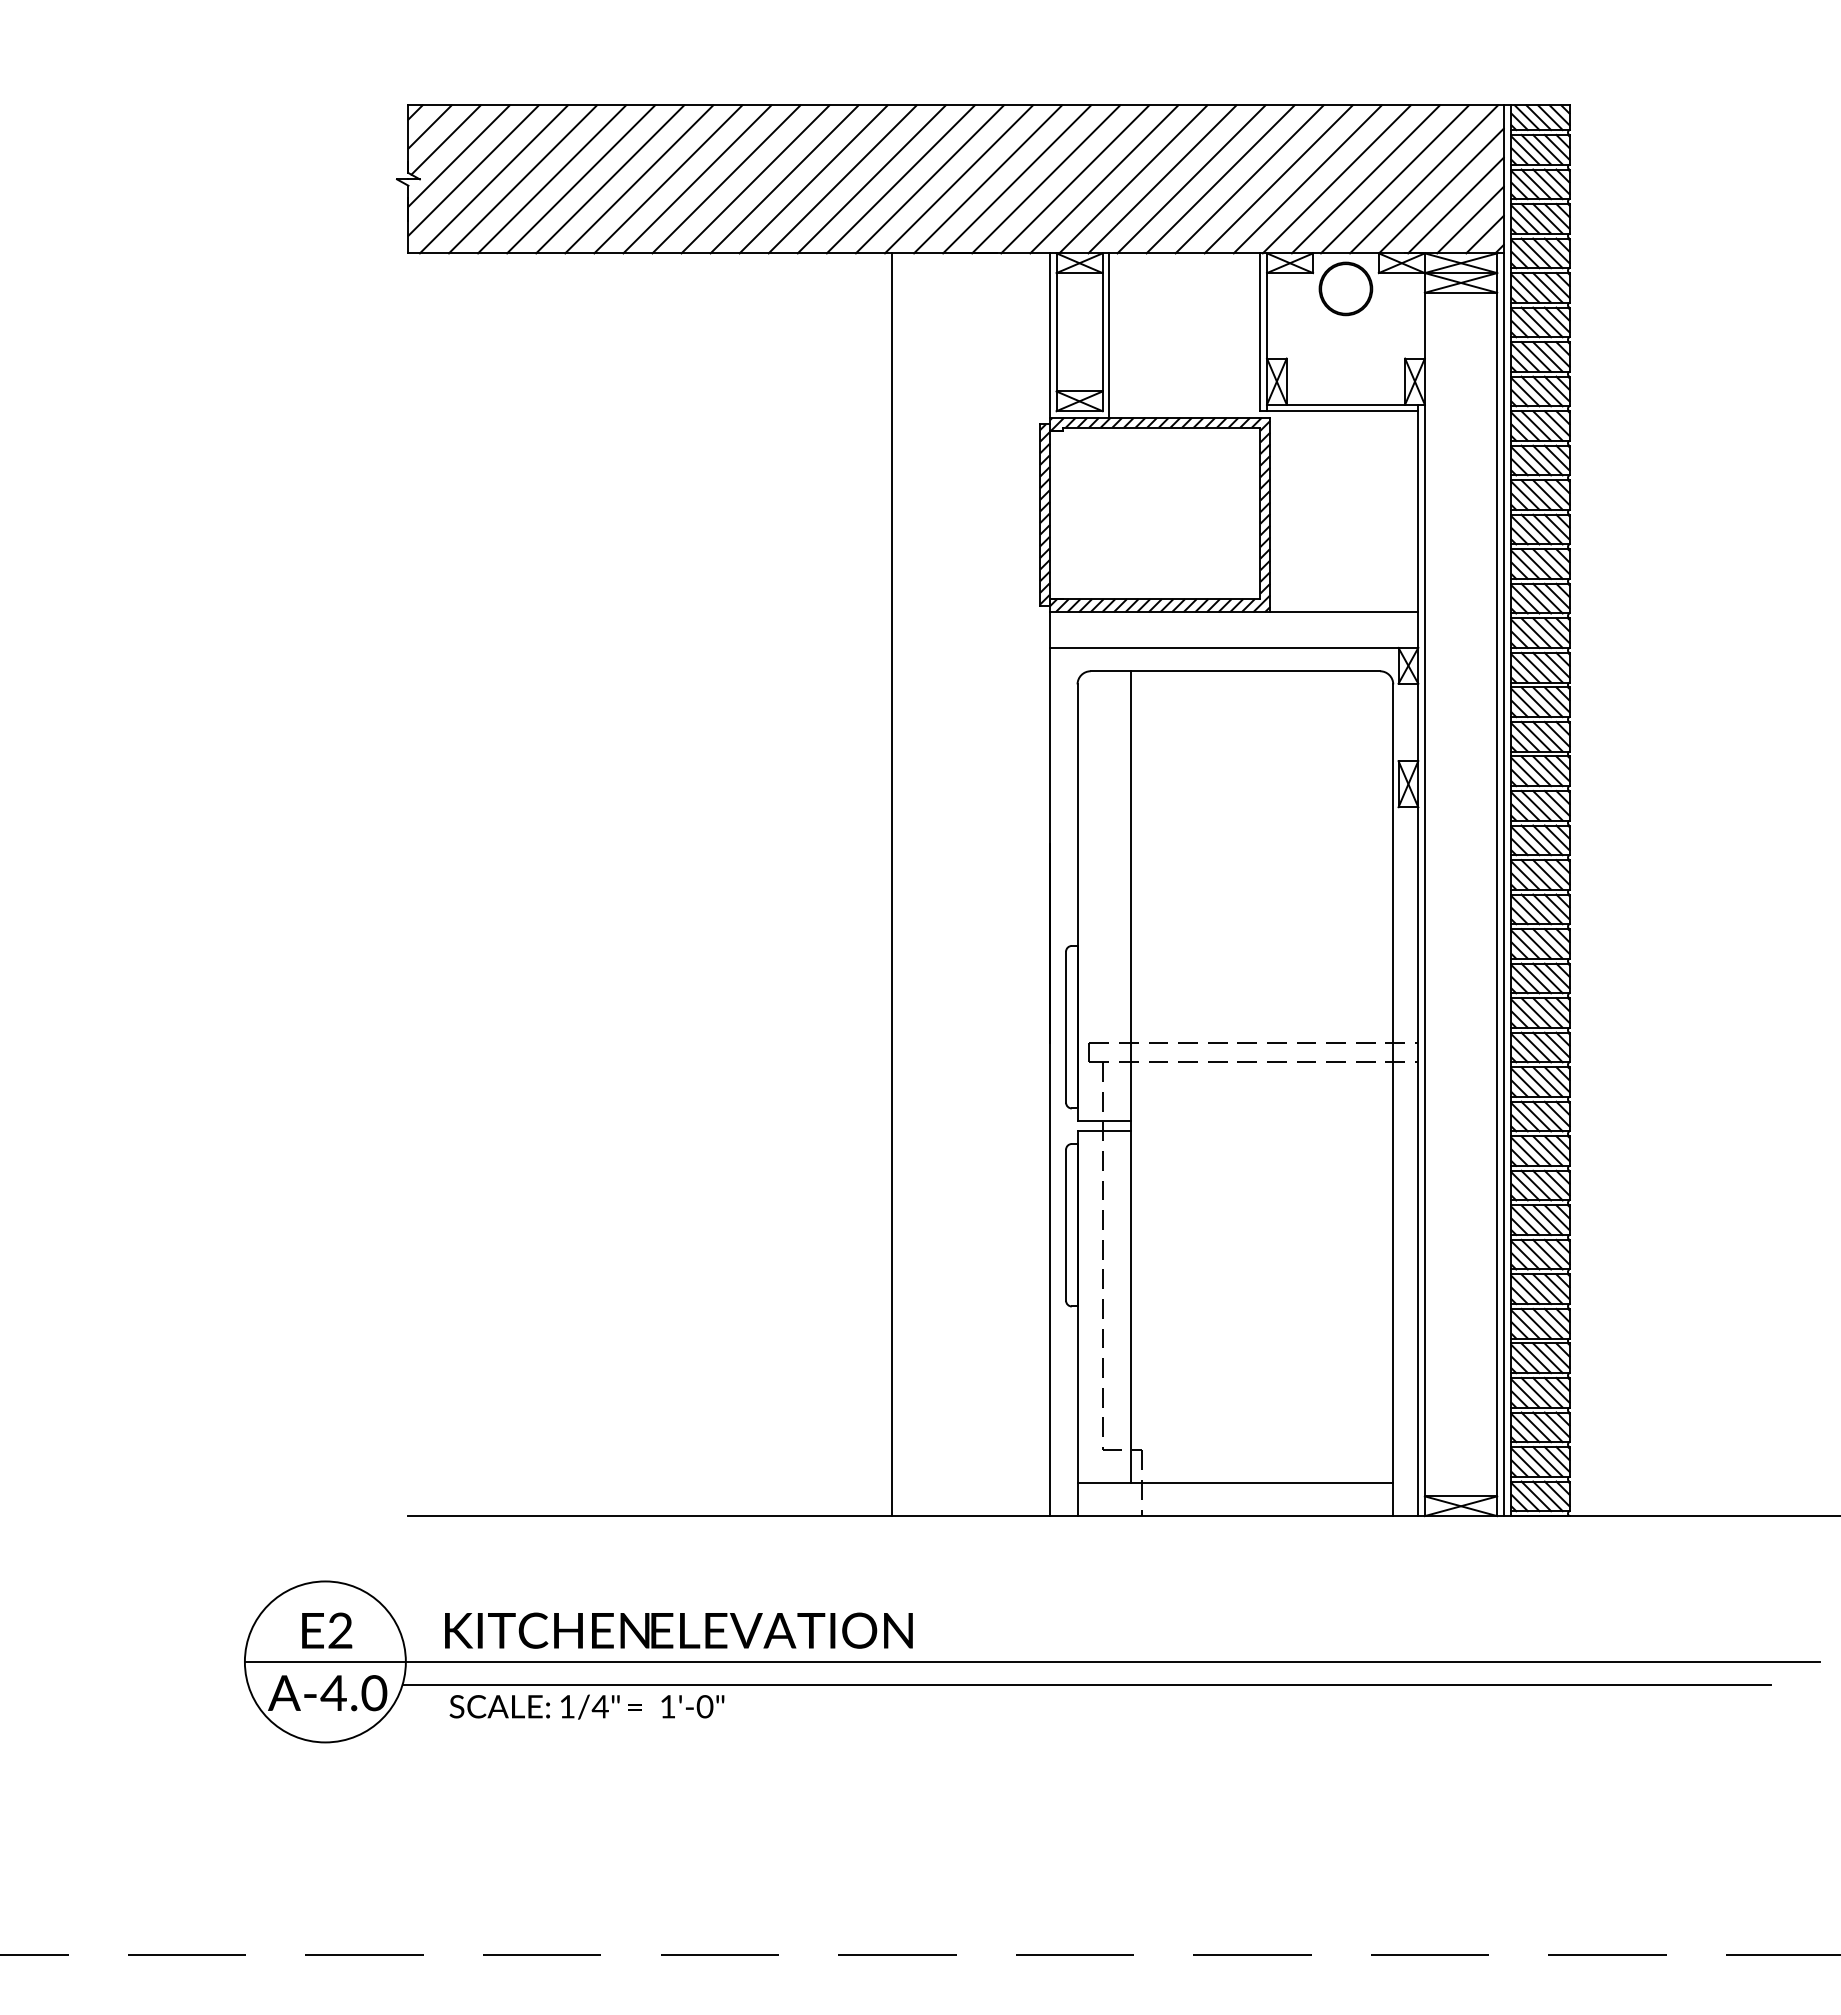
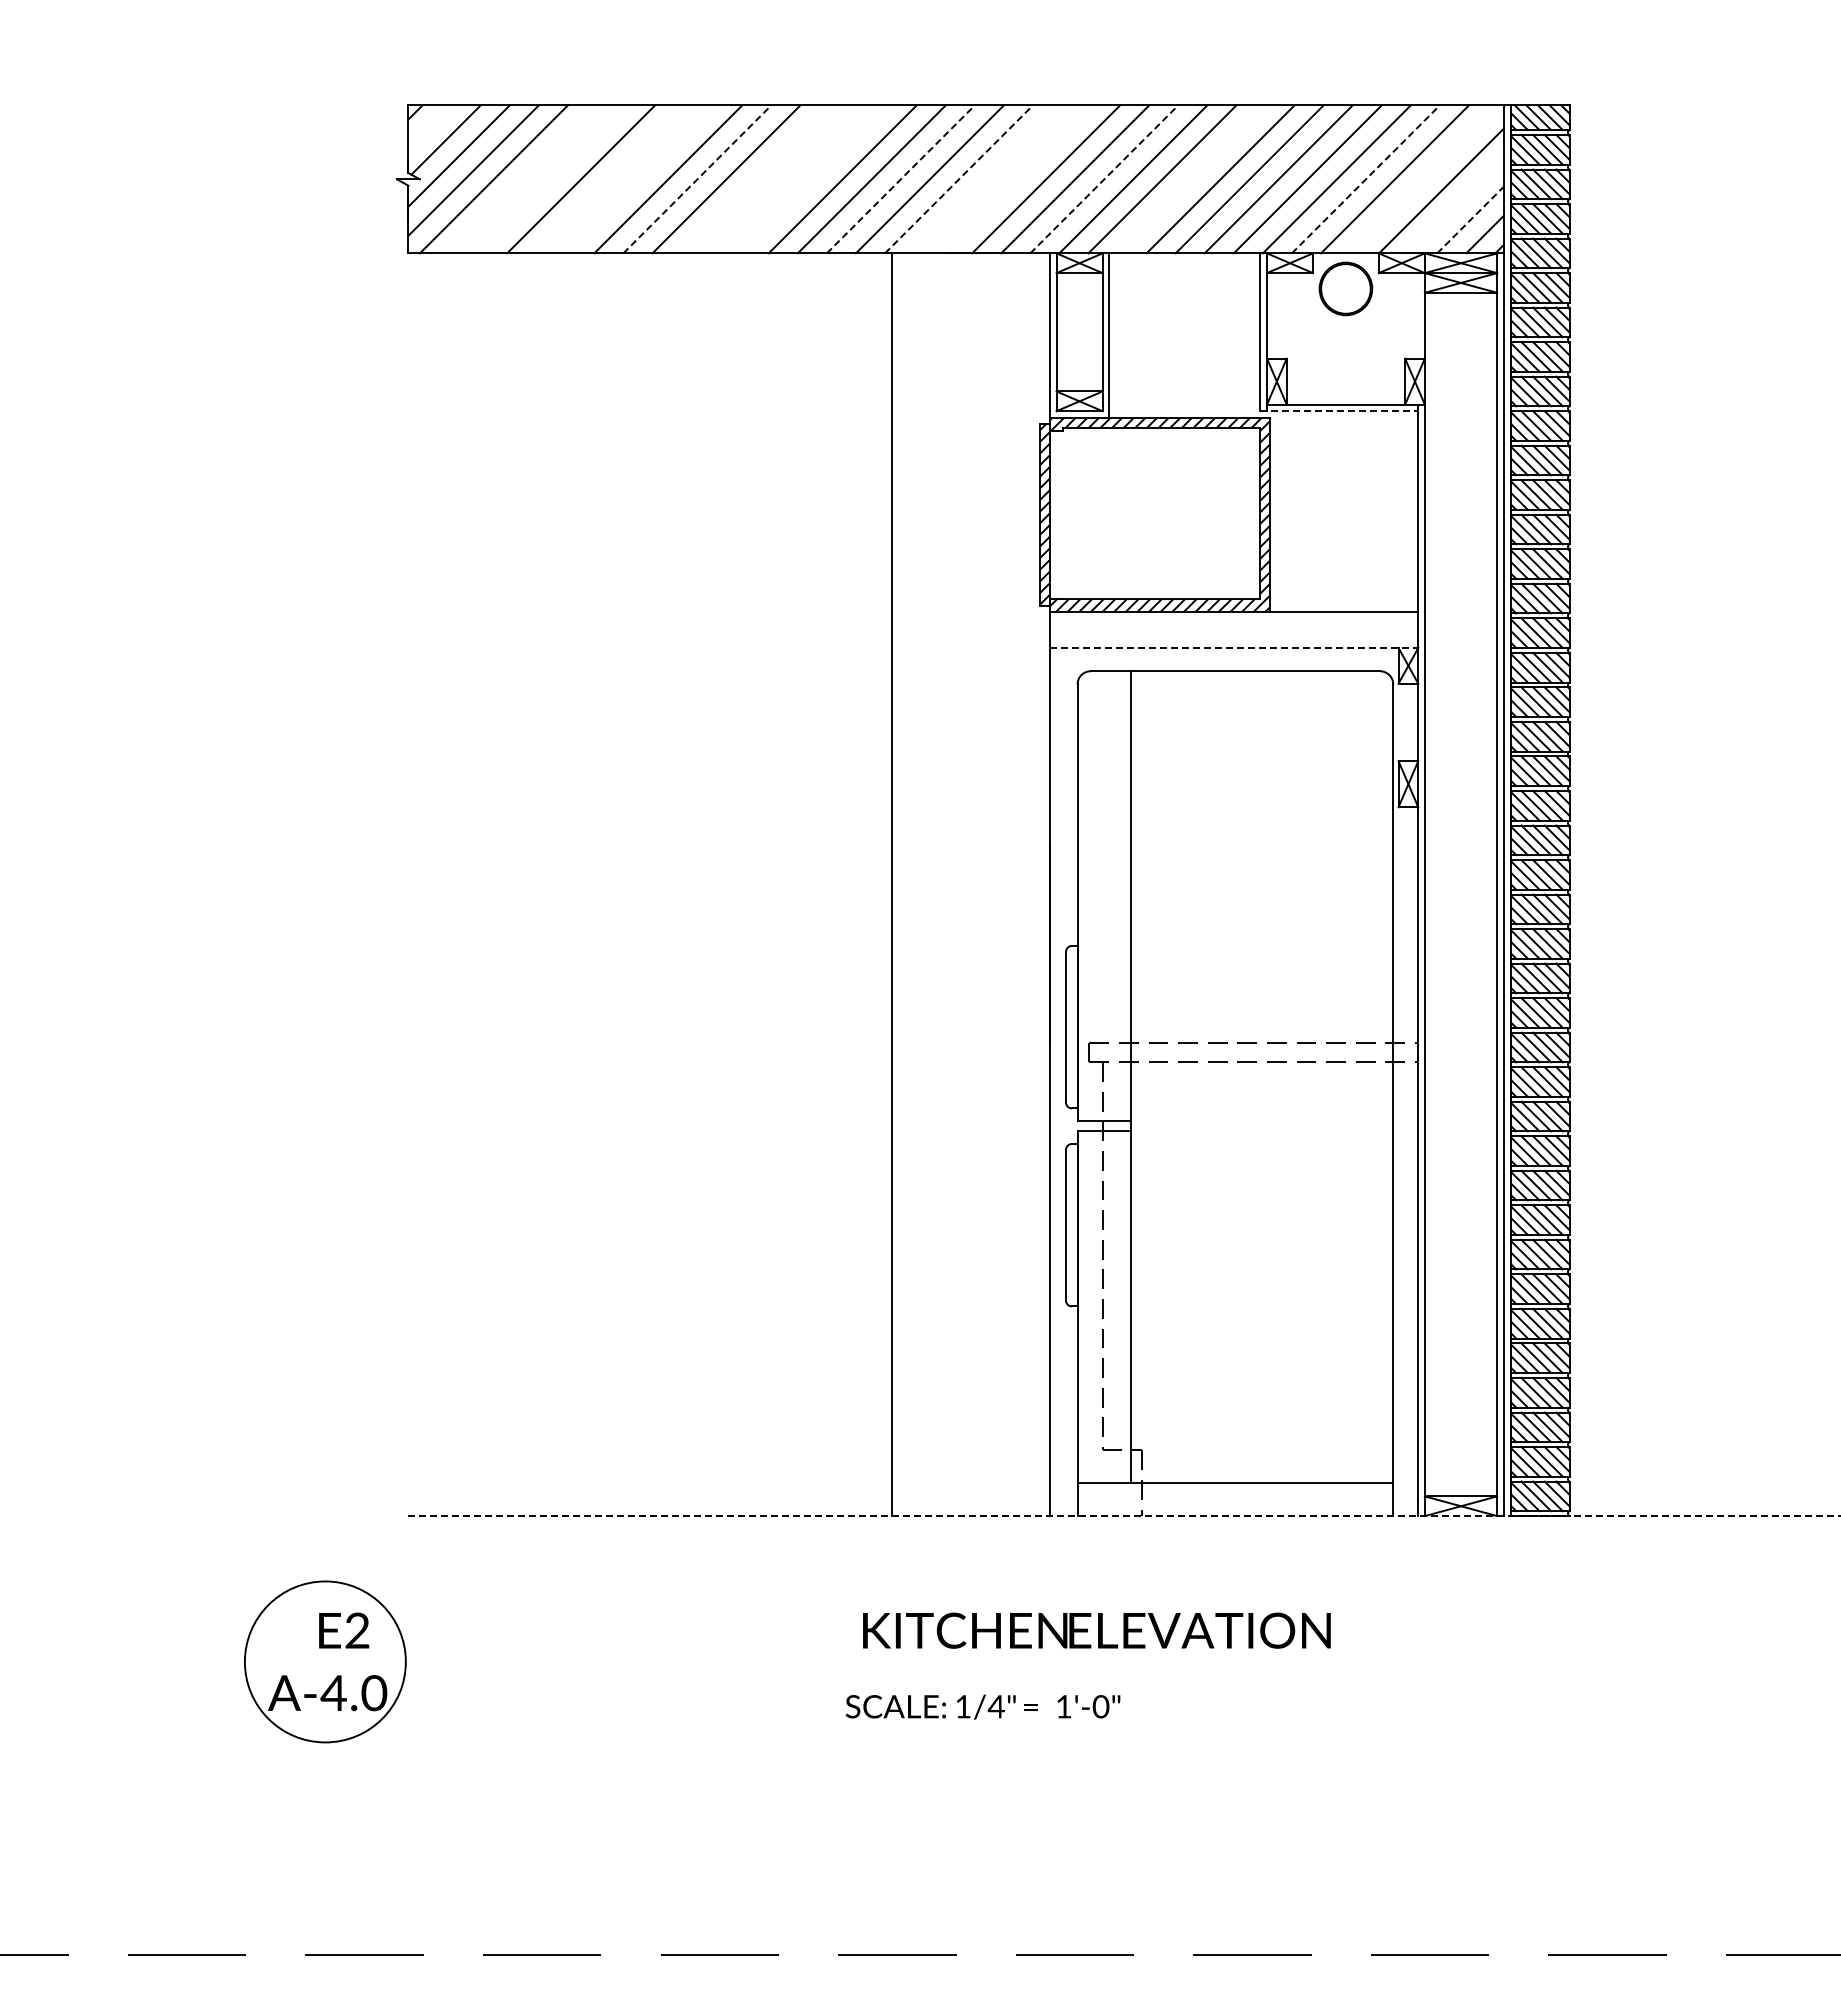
line at (429, 126): present -> none
line at (522, 179): present -> none
line at (552, 179): present -> none
line at (610, 179): present -> none
line at (639, 179): present -> none
line at (697, 179): solid -> dashed
line at (755, 179): present -> none
line at (784, 179): present -> none
line at (813, 179): present -> none
line at (900, 179): solid -> dashed
line at (958, 179): solid -> dashed
line at (988, 179): present -> none
line at (1017, 179): present -> none
line at (1104, 179): solid -> dashed
line at (1191, 179): present -> none
line at (1365, 179): solid -> dashed
line at (1424, 179): present -> none
line at (1455, 205): present -> none
line at (1470, 219): solid -> dashed
line at (1339, 411): solid -> dashed
line at (1234, 647): solid -> dashed
line at (1125, 1516): solid -> dashed
text at (327, 1630) position: (327, 1630) -> (344, 1630)
text at (678, 1630) position: (678, 1630) -> (1096, 1630)
line at (1031, 1661): present -> none
line at (1086, 1684): present -> none
text at (586, 1706) position: (586, 1706) -> (982, 1706)
